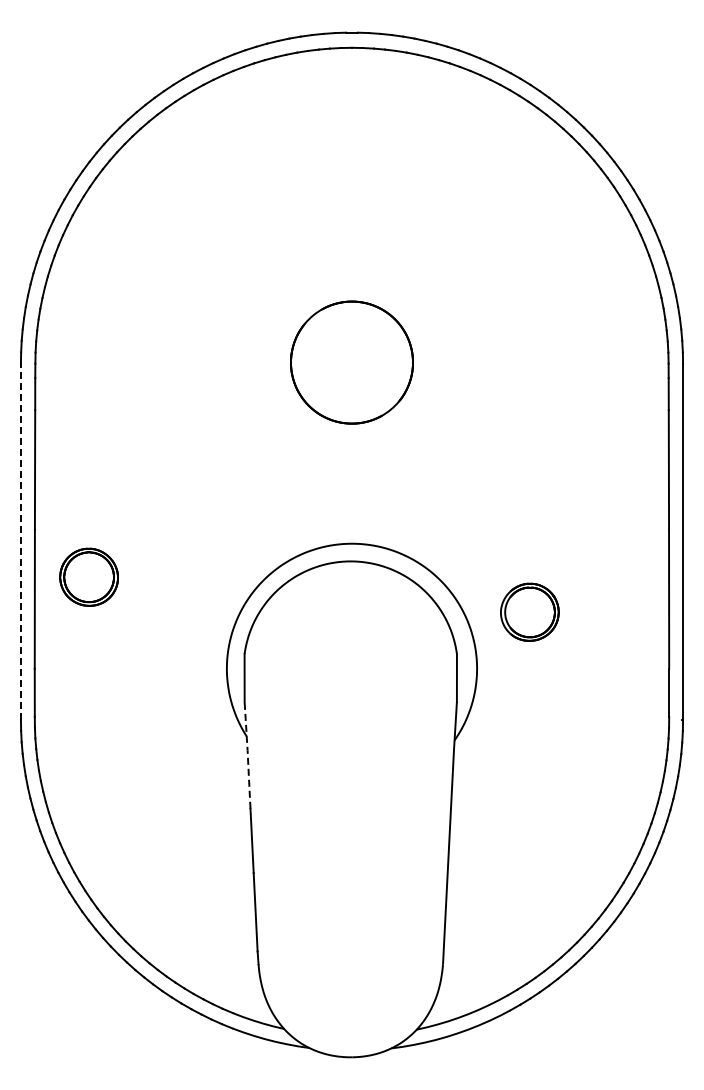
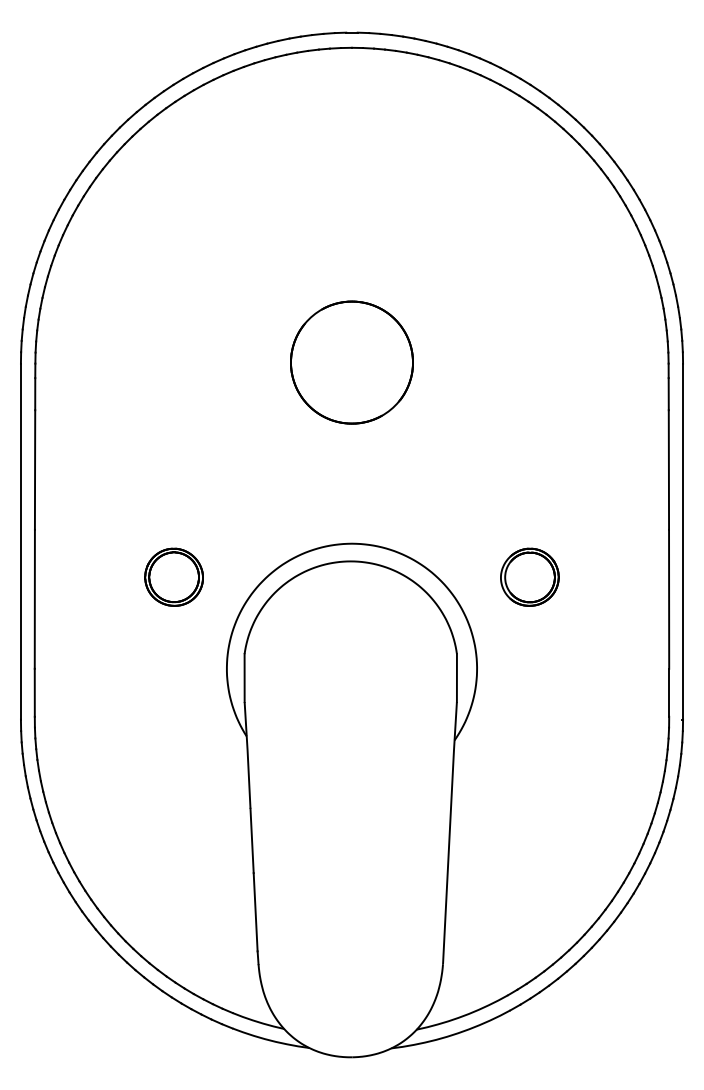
line at (20, 541): dashed -> solid
part at (88, 576) position: (88, 576) -> (173, 576)
part at (529, 611) position: (529, 611) -> (529, 576)
line at (247, 754): dashed -> solid
